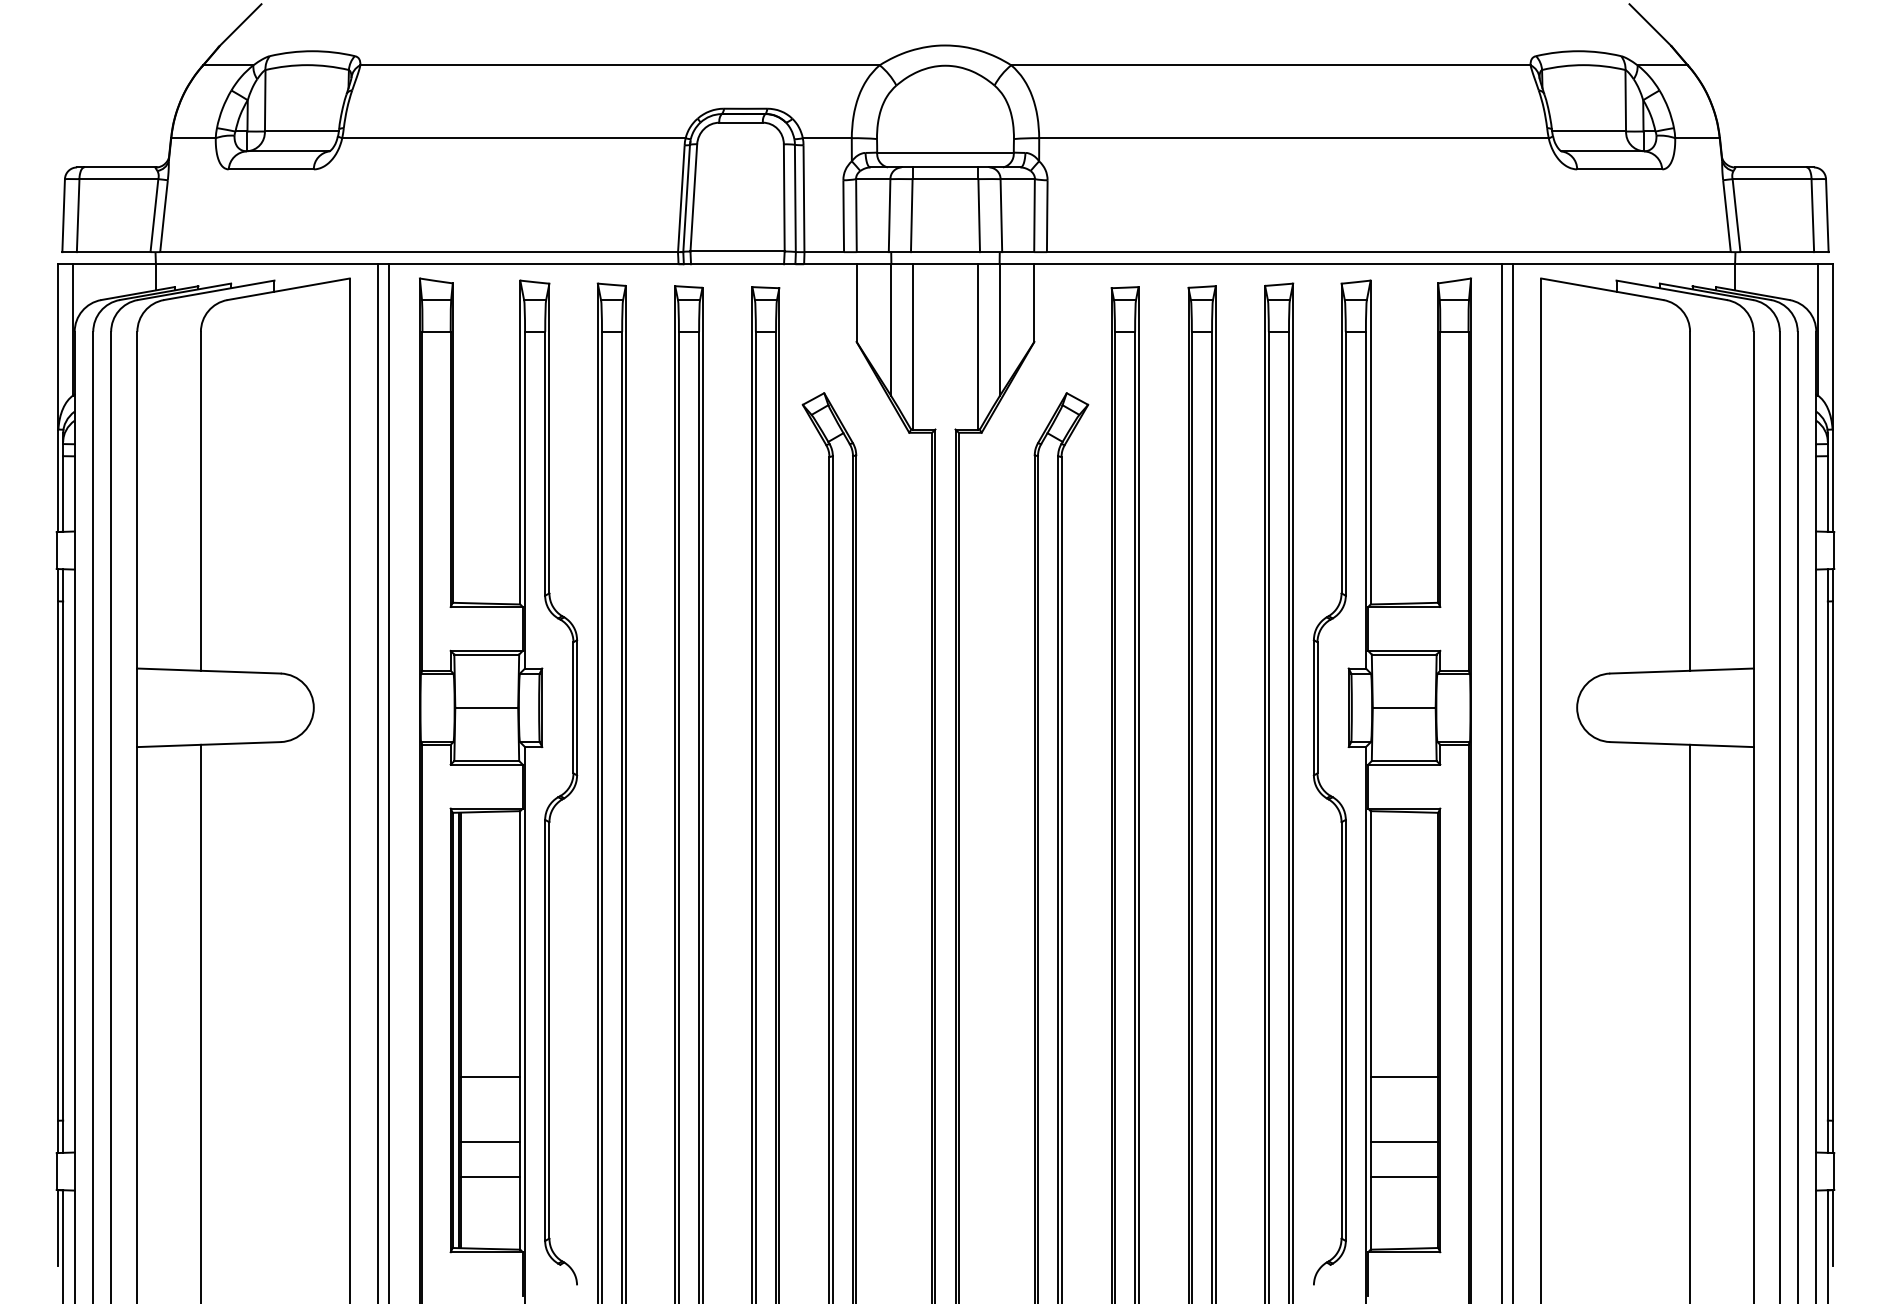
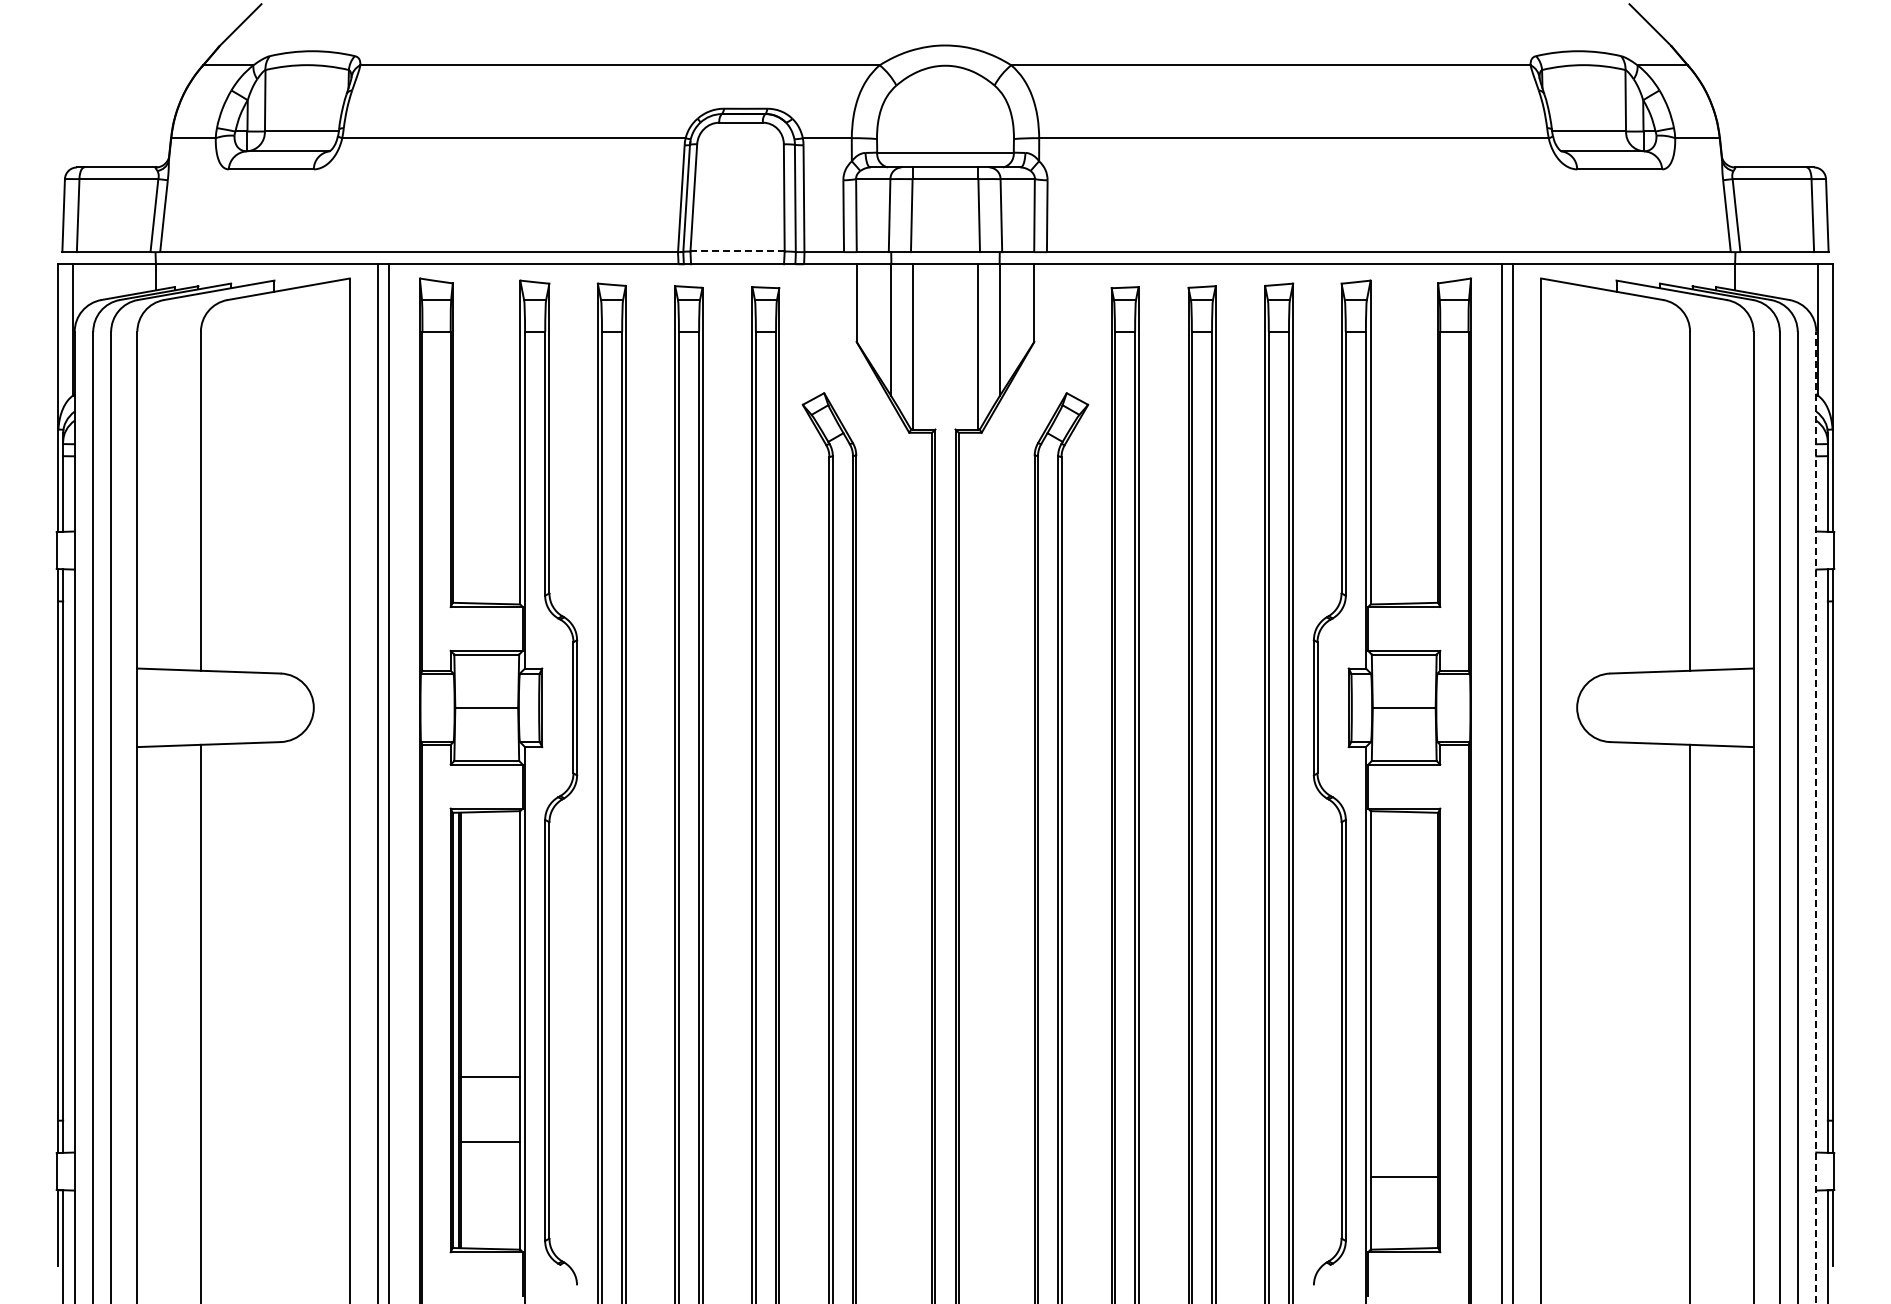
line at (737, 251): solid -> dashed
line at (1816, 817): solid -> dashed
line at (1404, 1077): present -> none
line at (1404, 1141): present -> none
line at (490, 1177): present -> none
